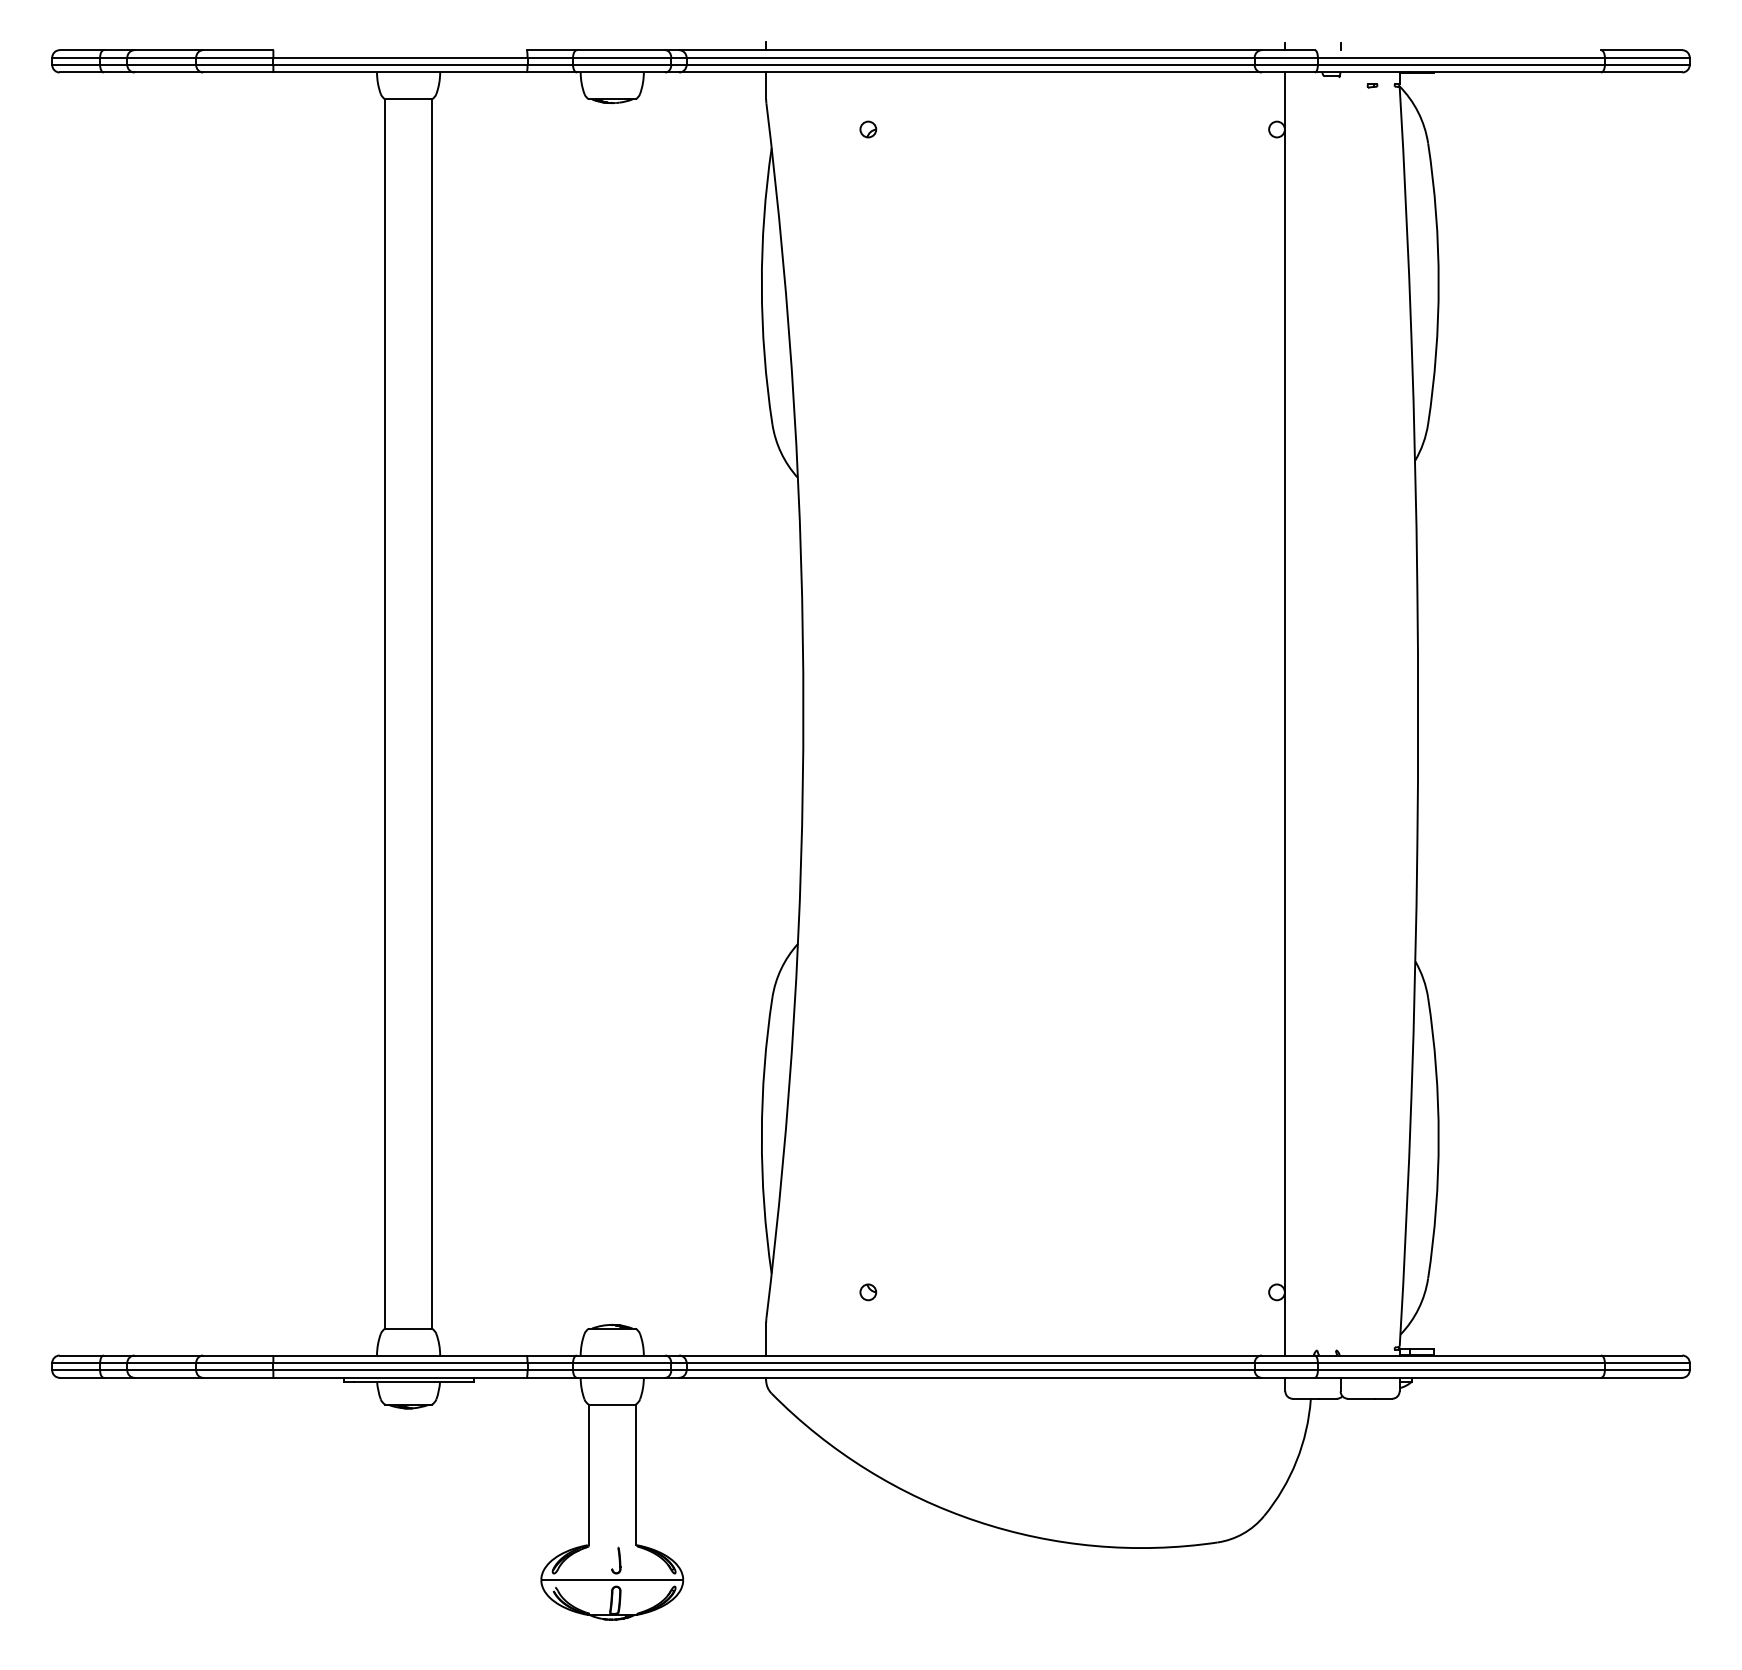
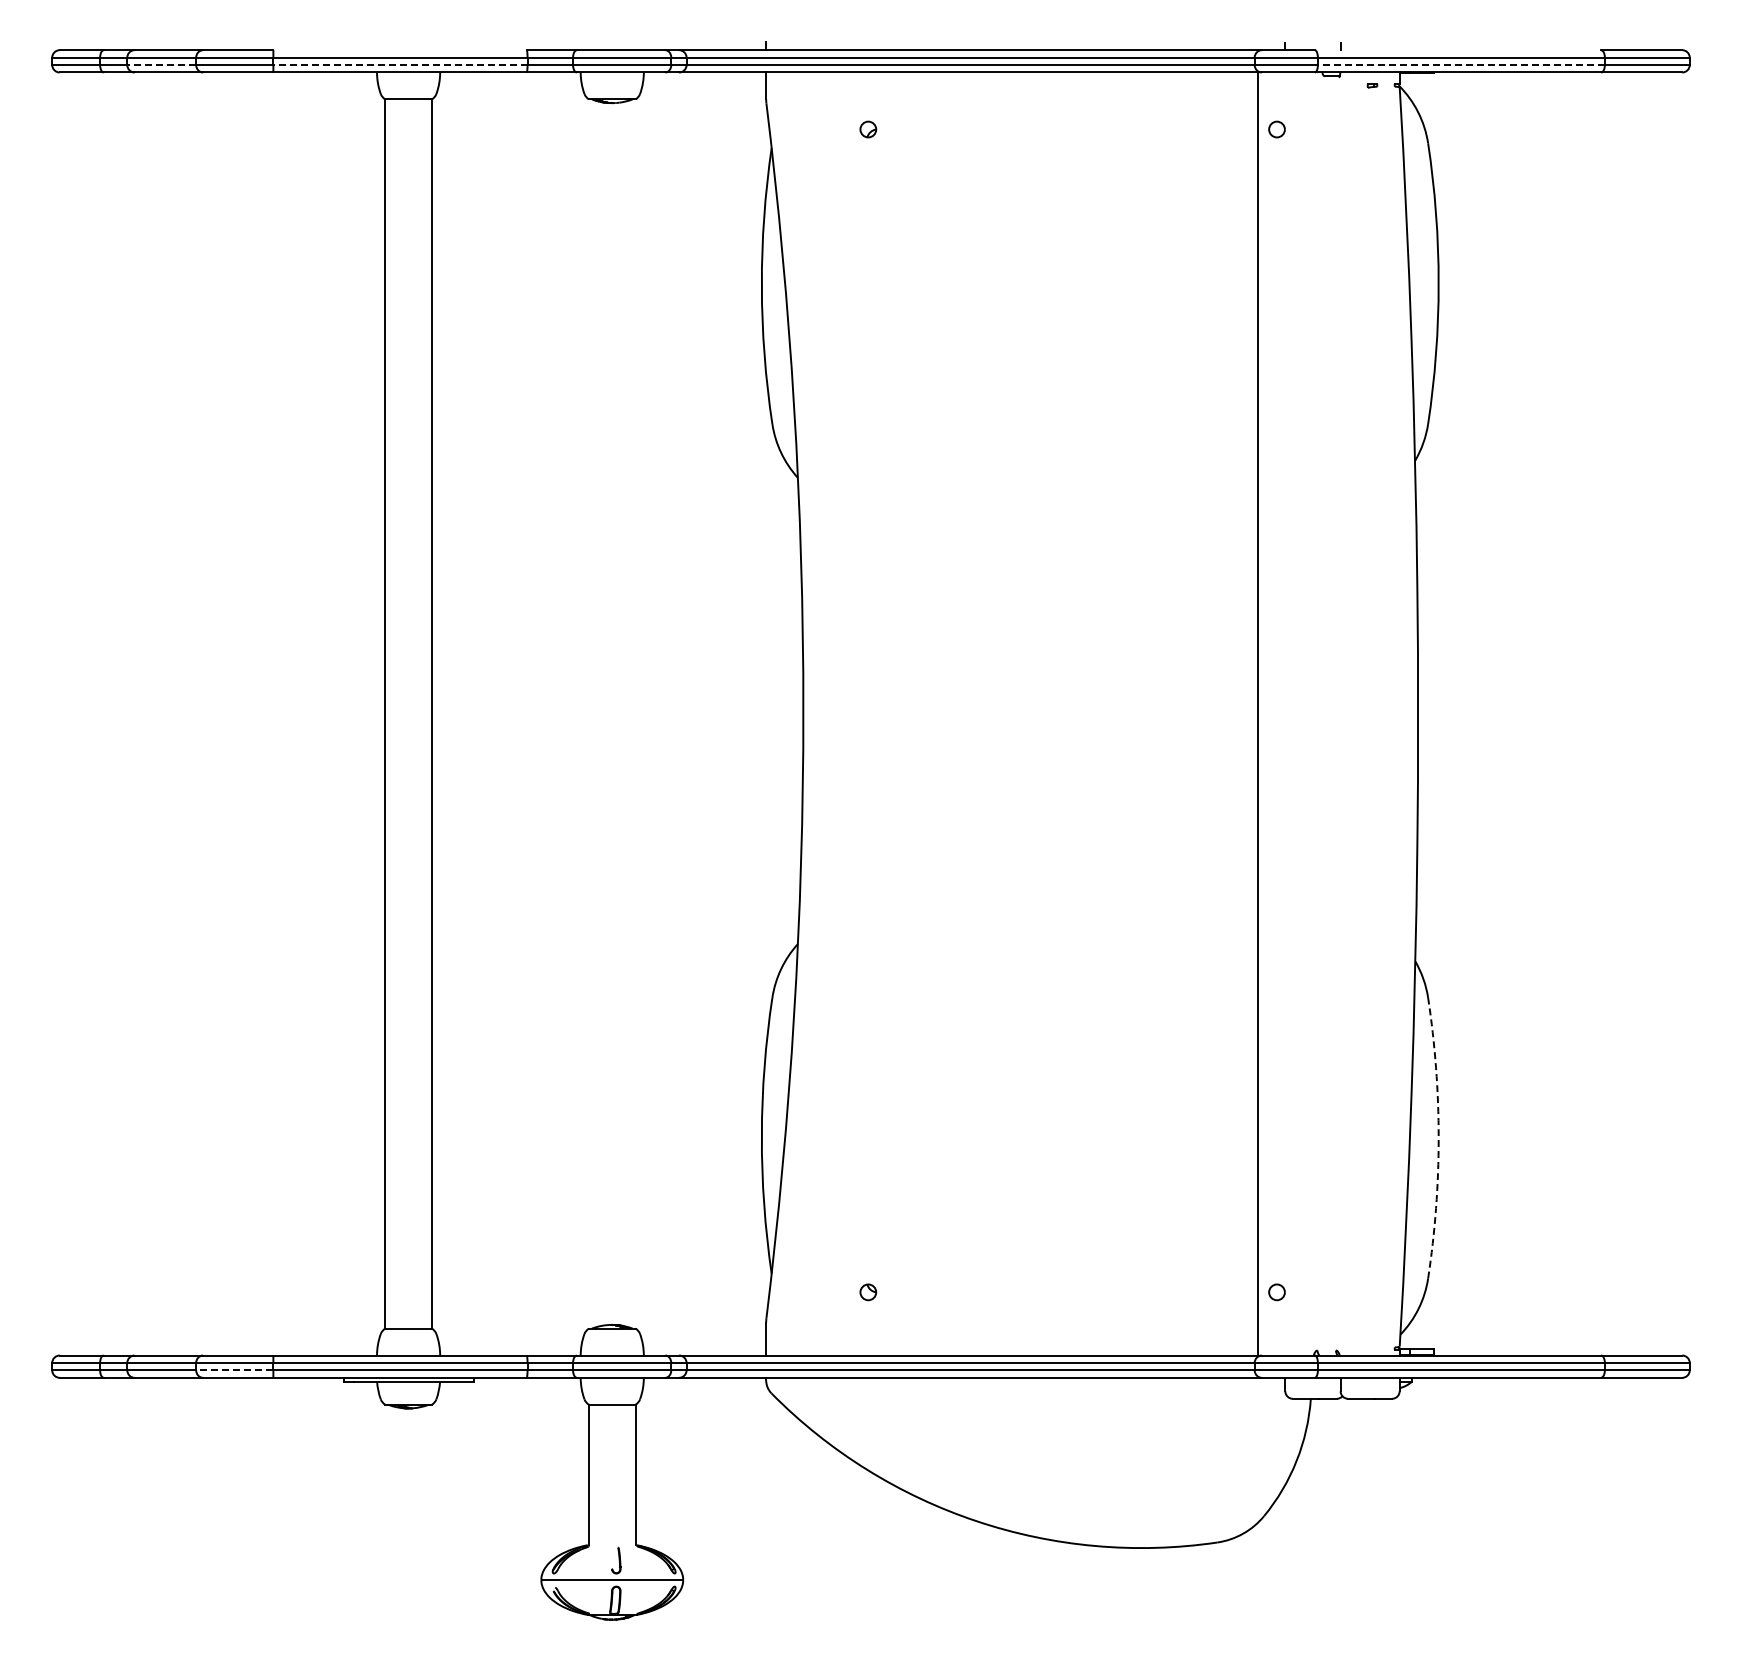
line at (161, 65): solid -> dashed
line at (399, 65): solid -> dashed
line at (1460, 65): solid -> dashed
line at (1285, 713) position: (1285, 713) -> (1258, 713)
arc at (1438, 1138): solid -> dashed
line at (234, 1370): solid -> dashed
